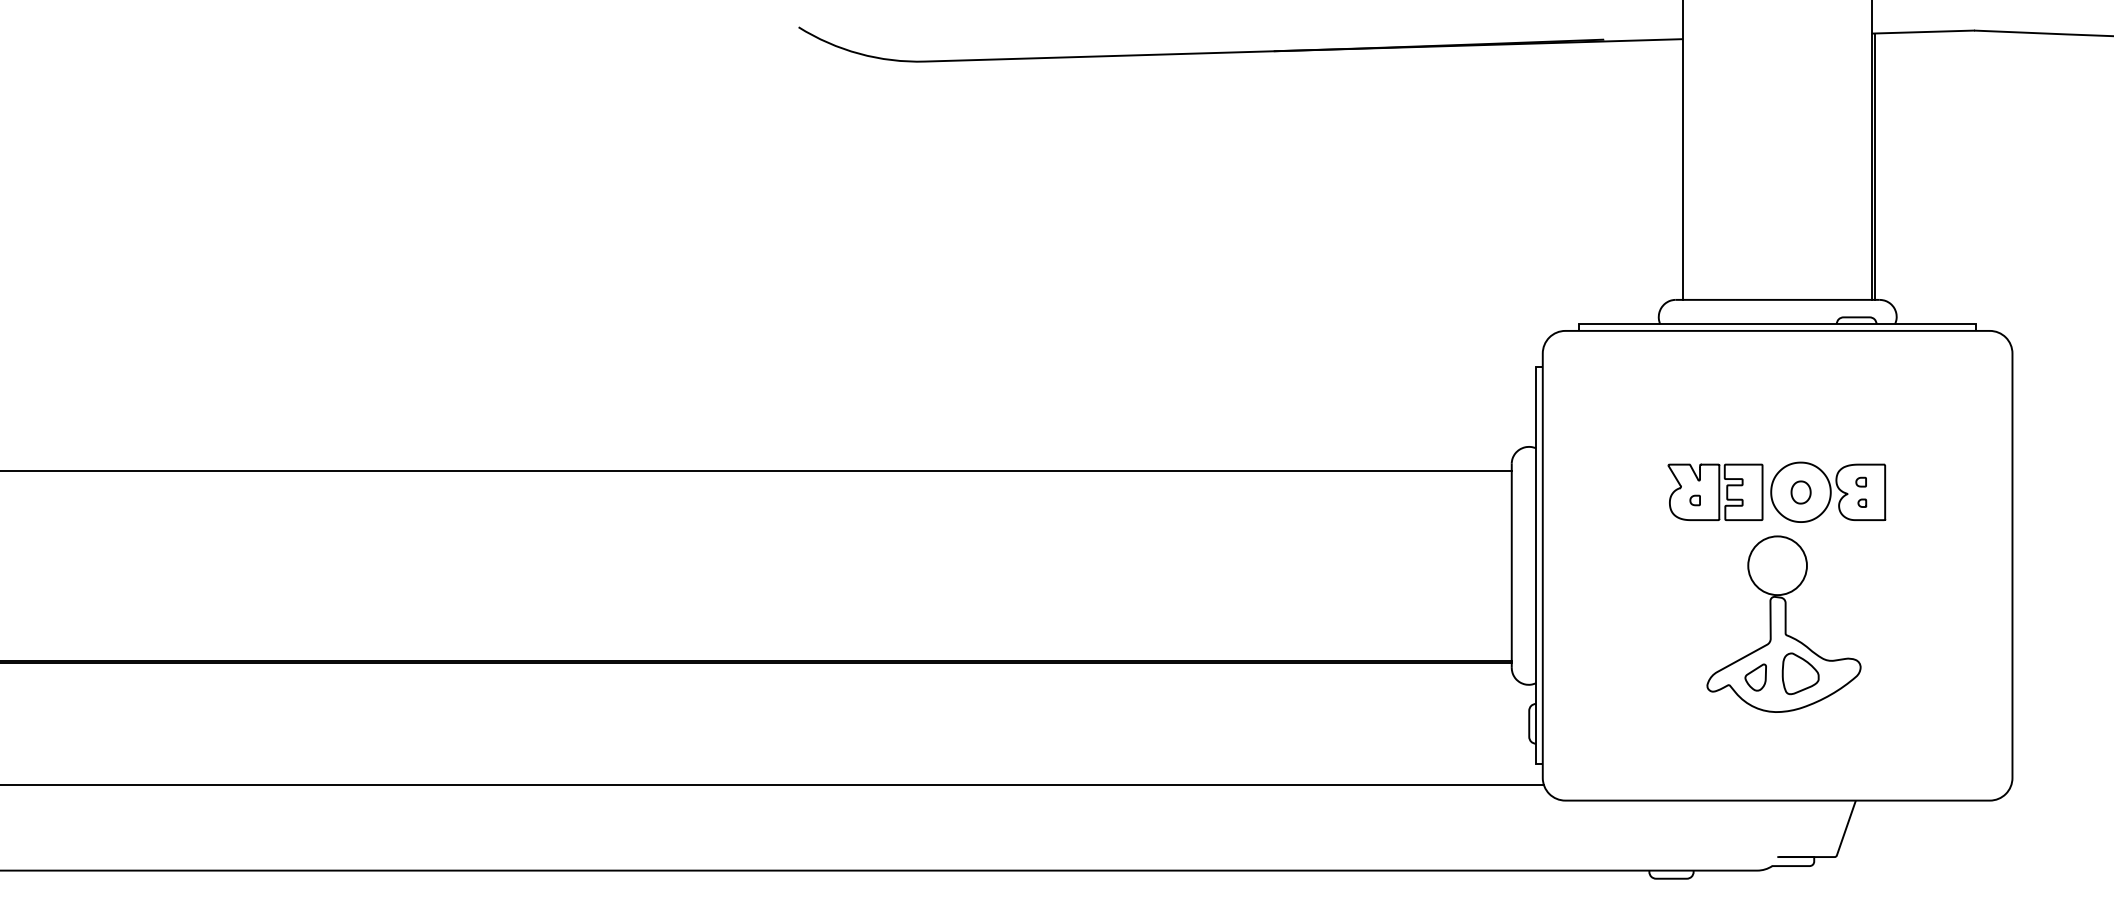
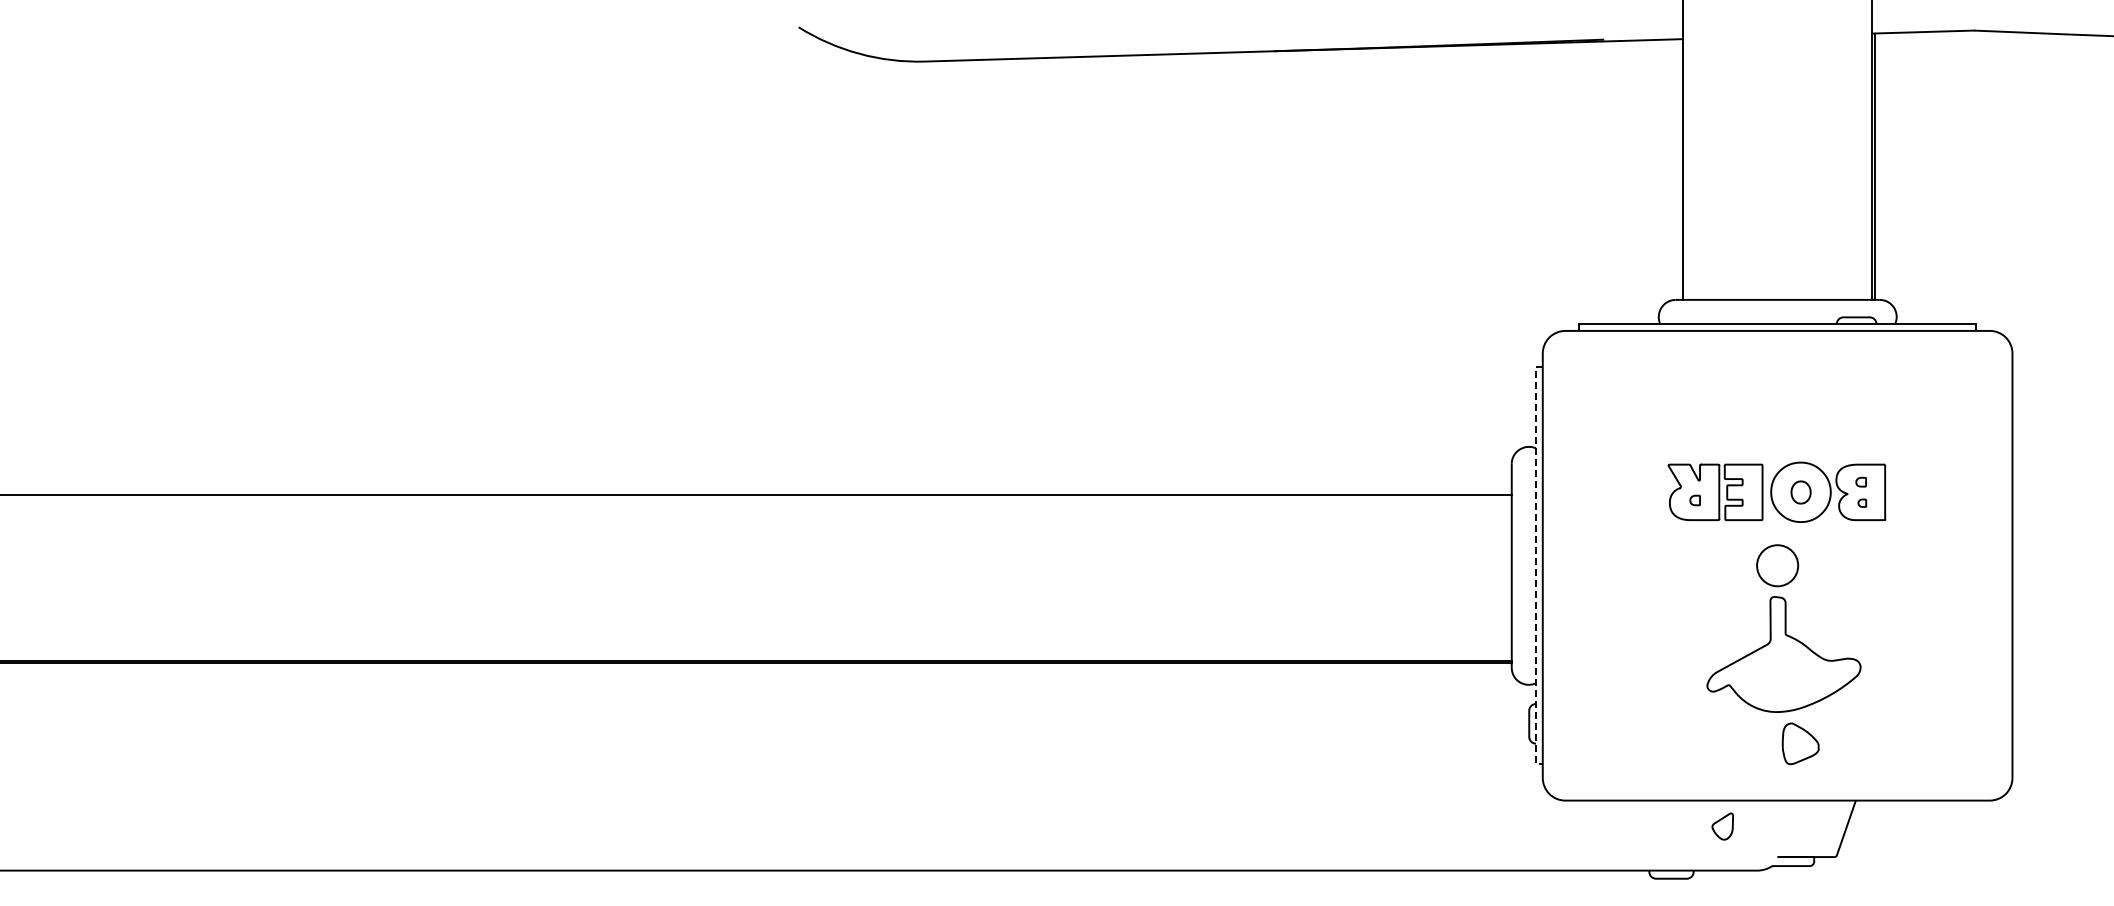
line at (756, 470) position: (756, 470) -> (756, 494)
line at (1536, 565): solid -> dashed
circle at (1777, 565) diameter: 59 px -> 41 px
part at (1800, 673) position: (1800, 673) -> (1800, 743)
part at (1755, 677) position: (1755, 677) -> (1722, 826)
line at (772, 784): present -> none
